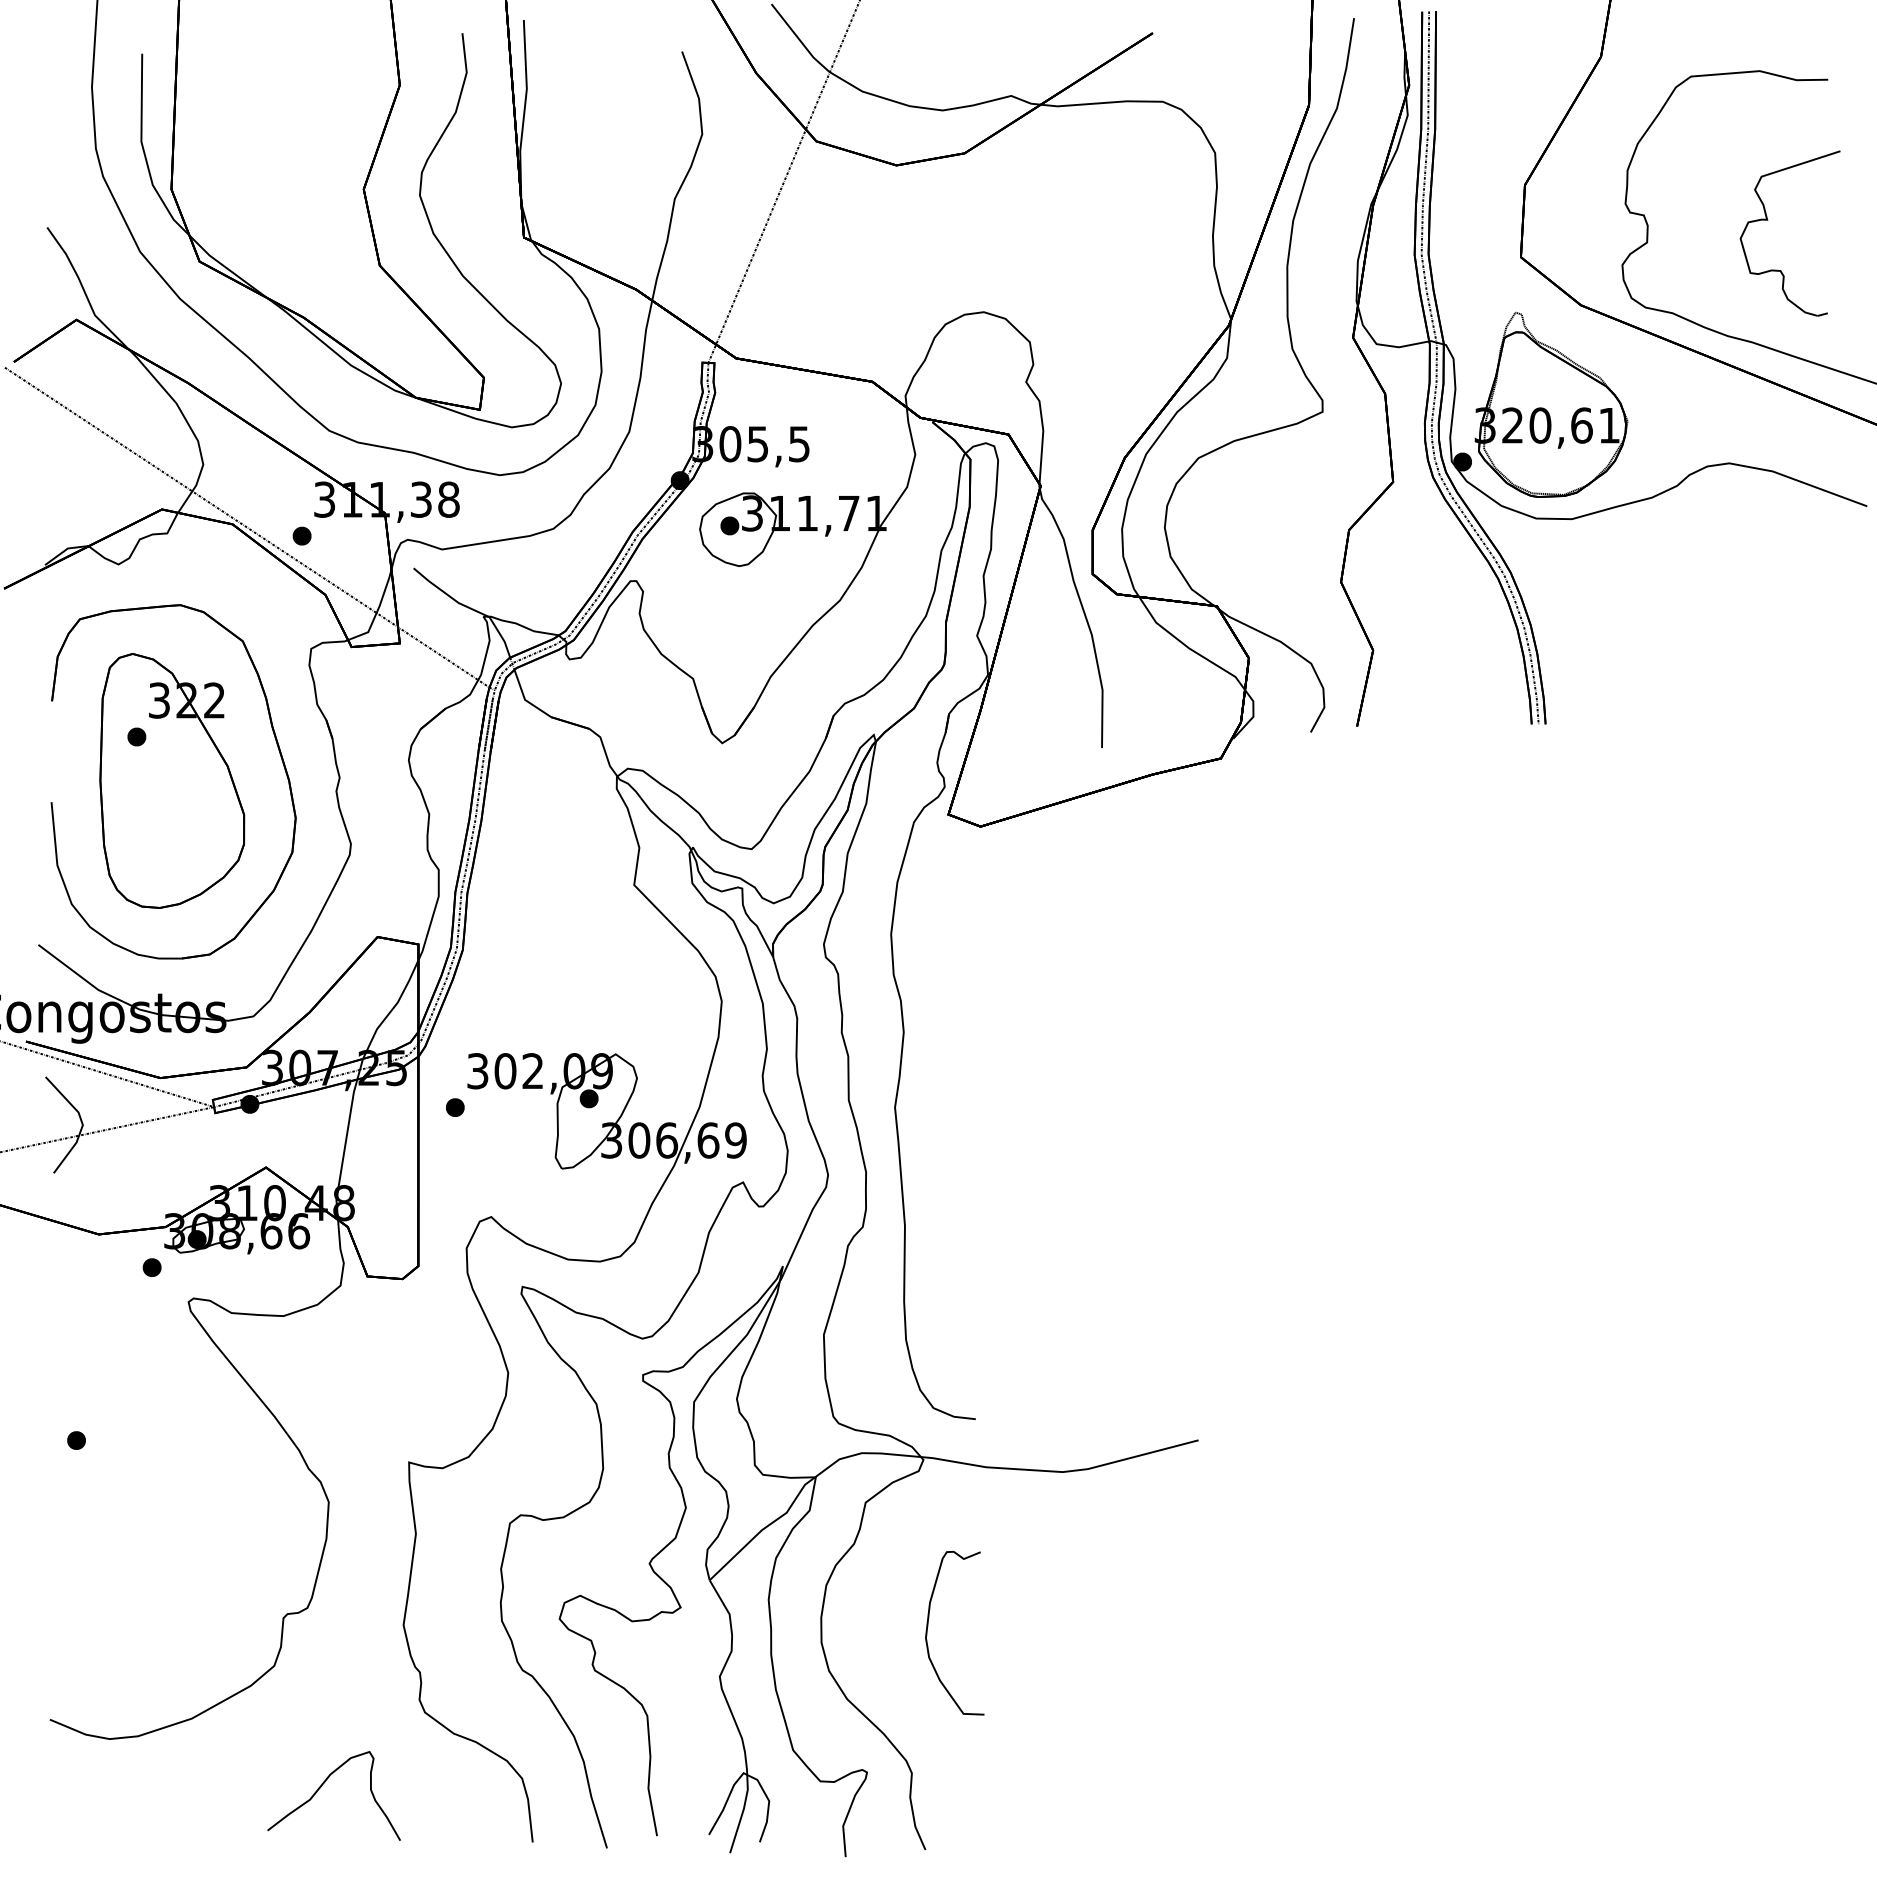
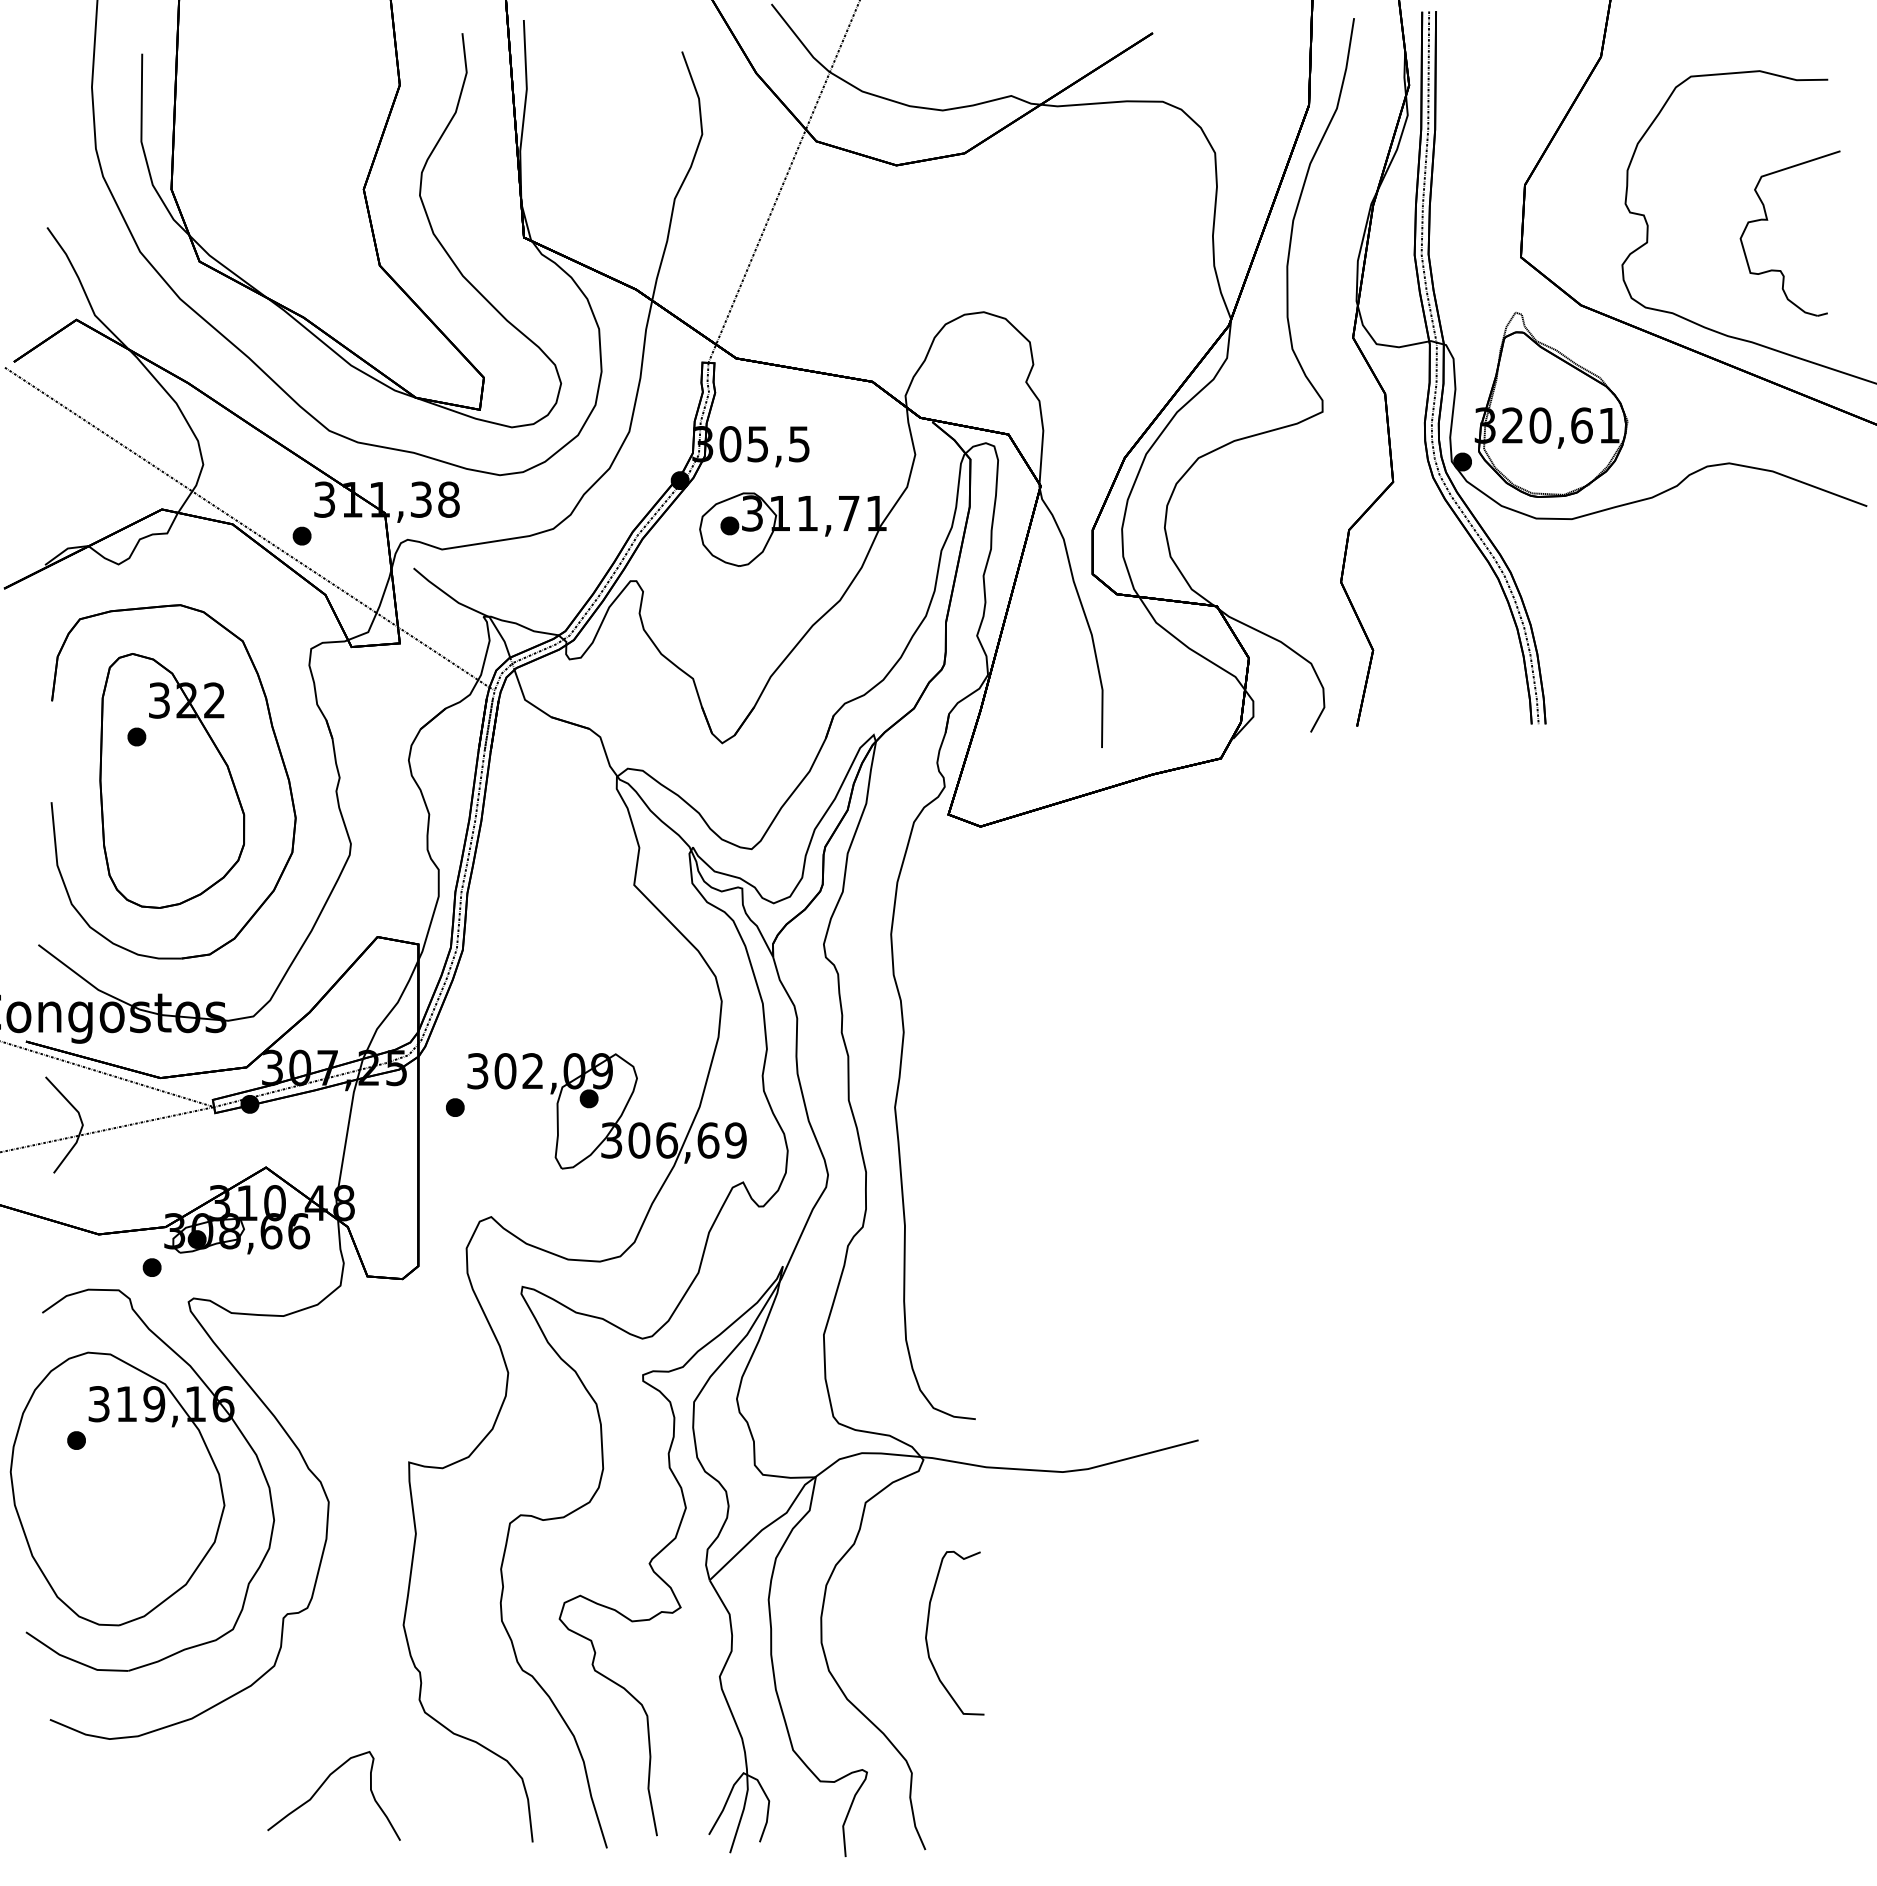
part at (142, 1479): none -> present
